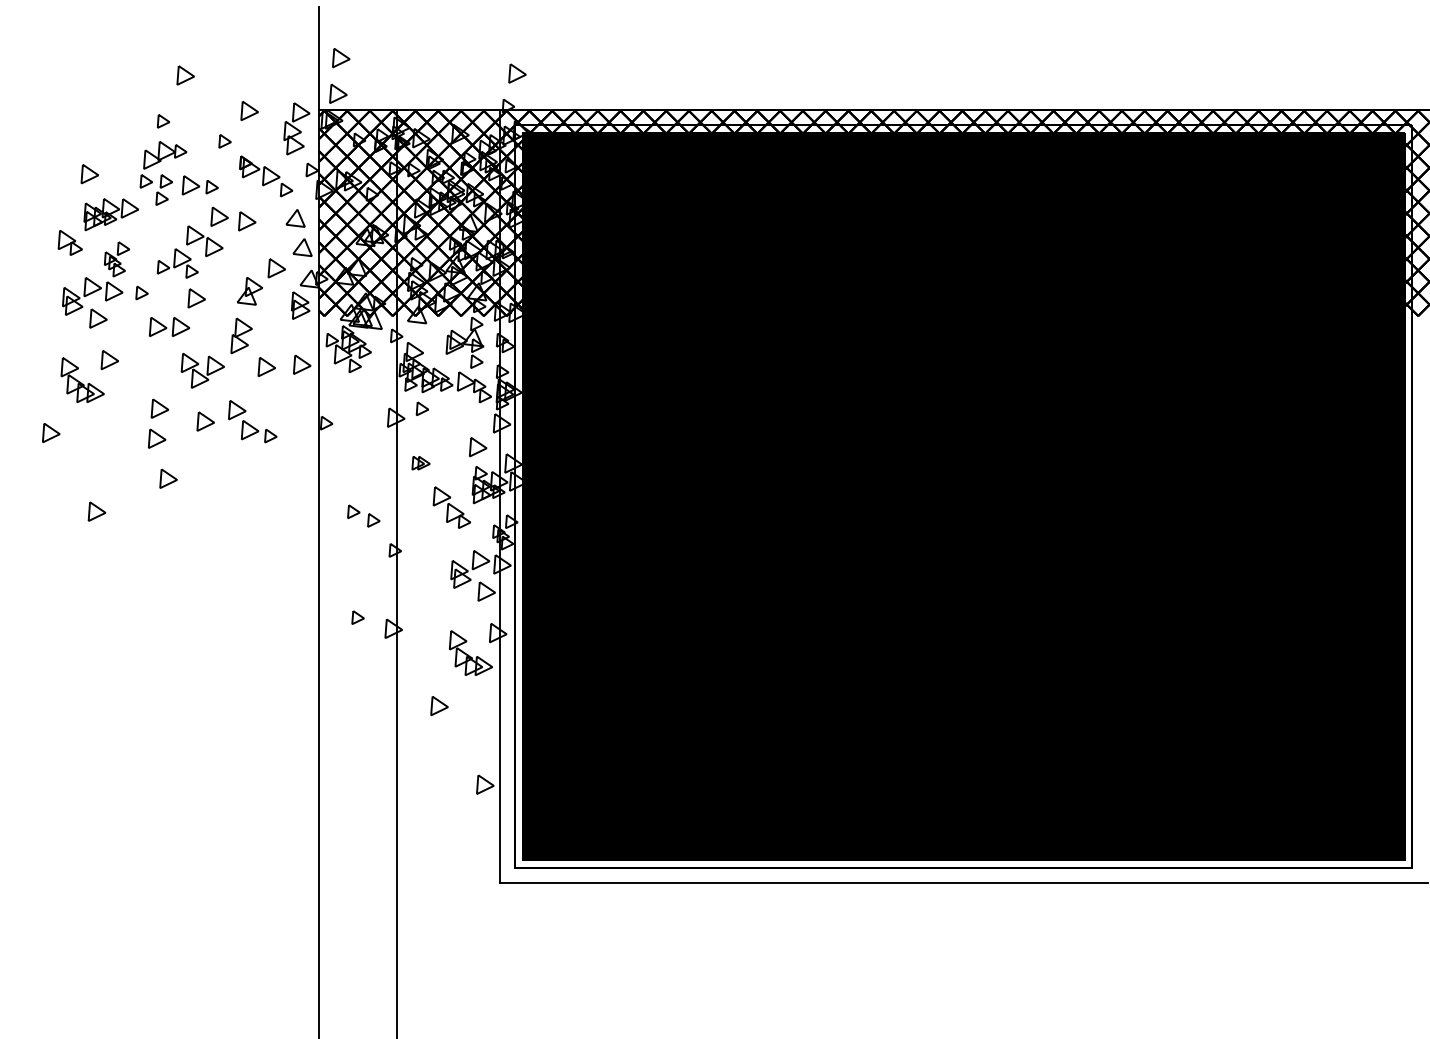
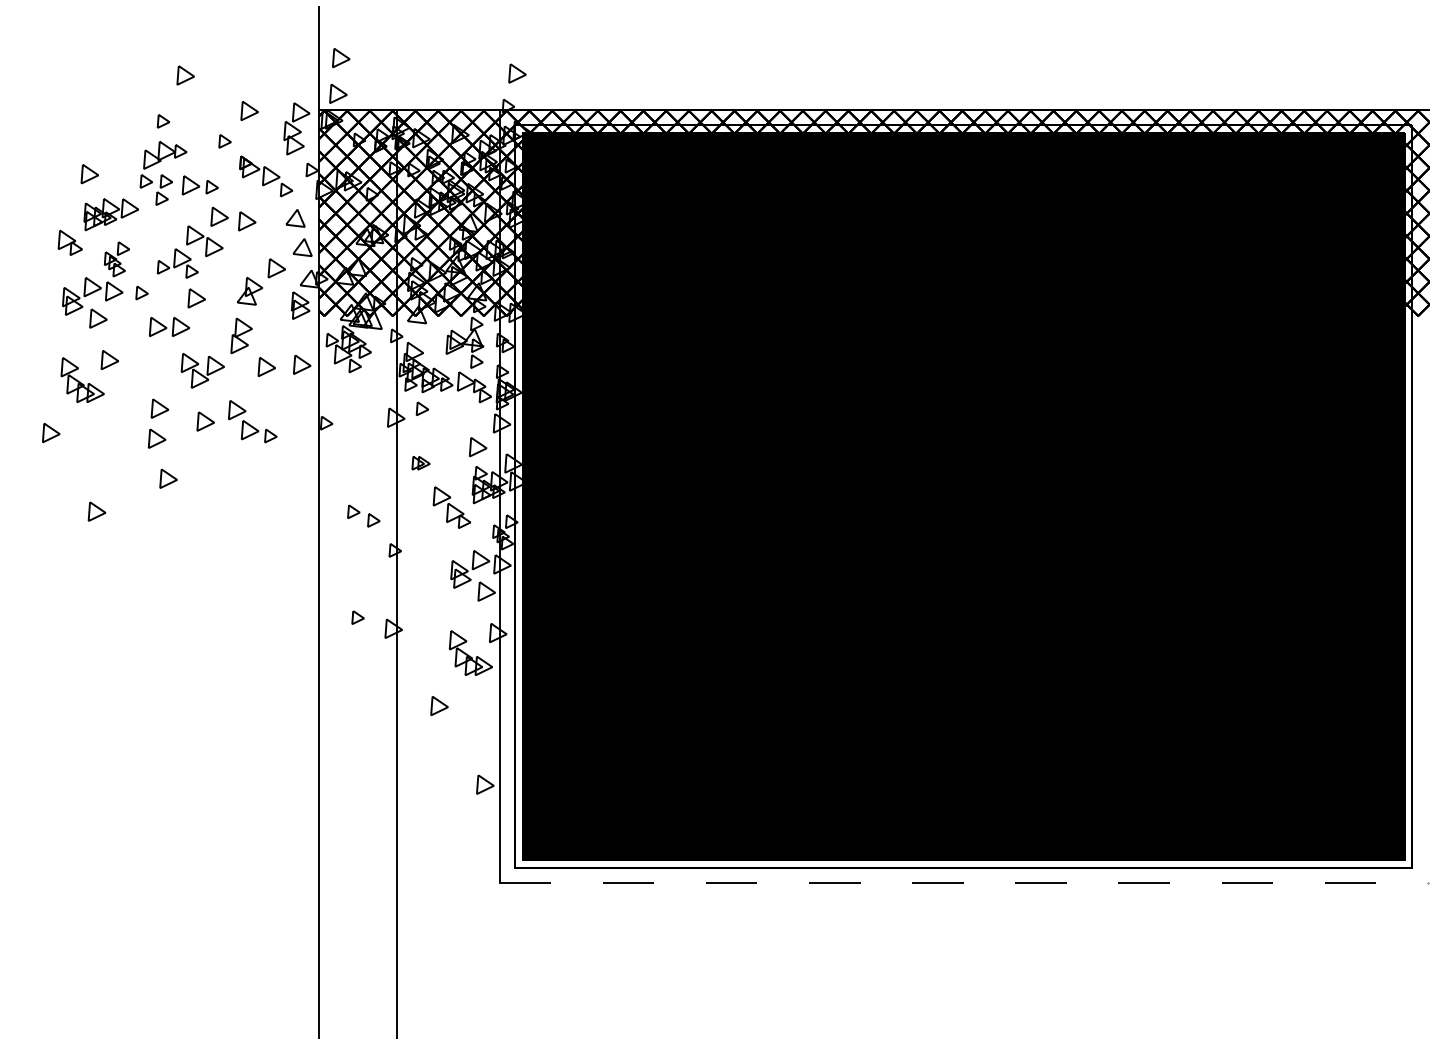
line at (964, 883): solid -> dashed
